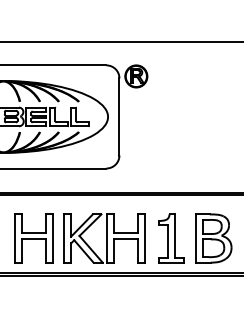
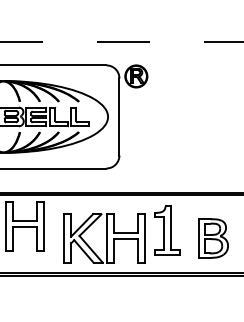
line at (121, 41): solid -> dashed
part at (33, 238) position: (33, 238) -> (24, 226)
part at (171, 238) position: (171, 238) -> (167, 230)
part at (213, 238) size: 38x51 px -> 31x41 px
